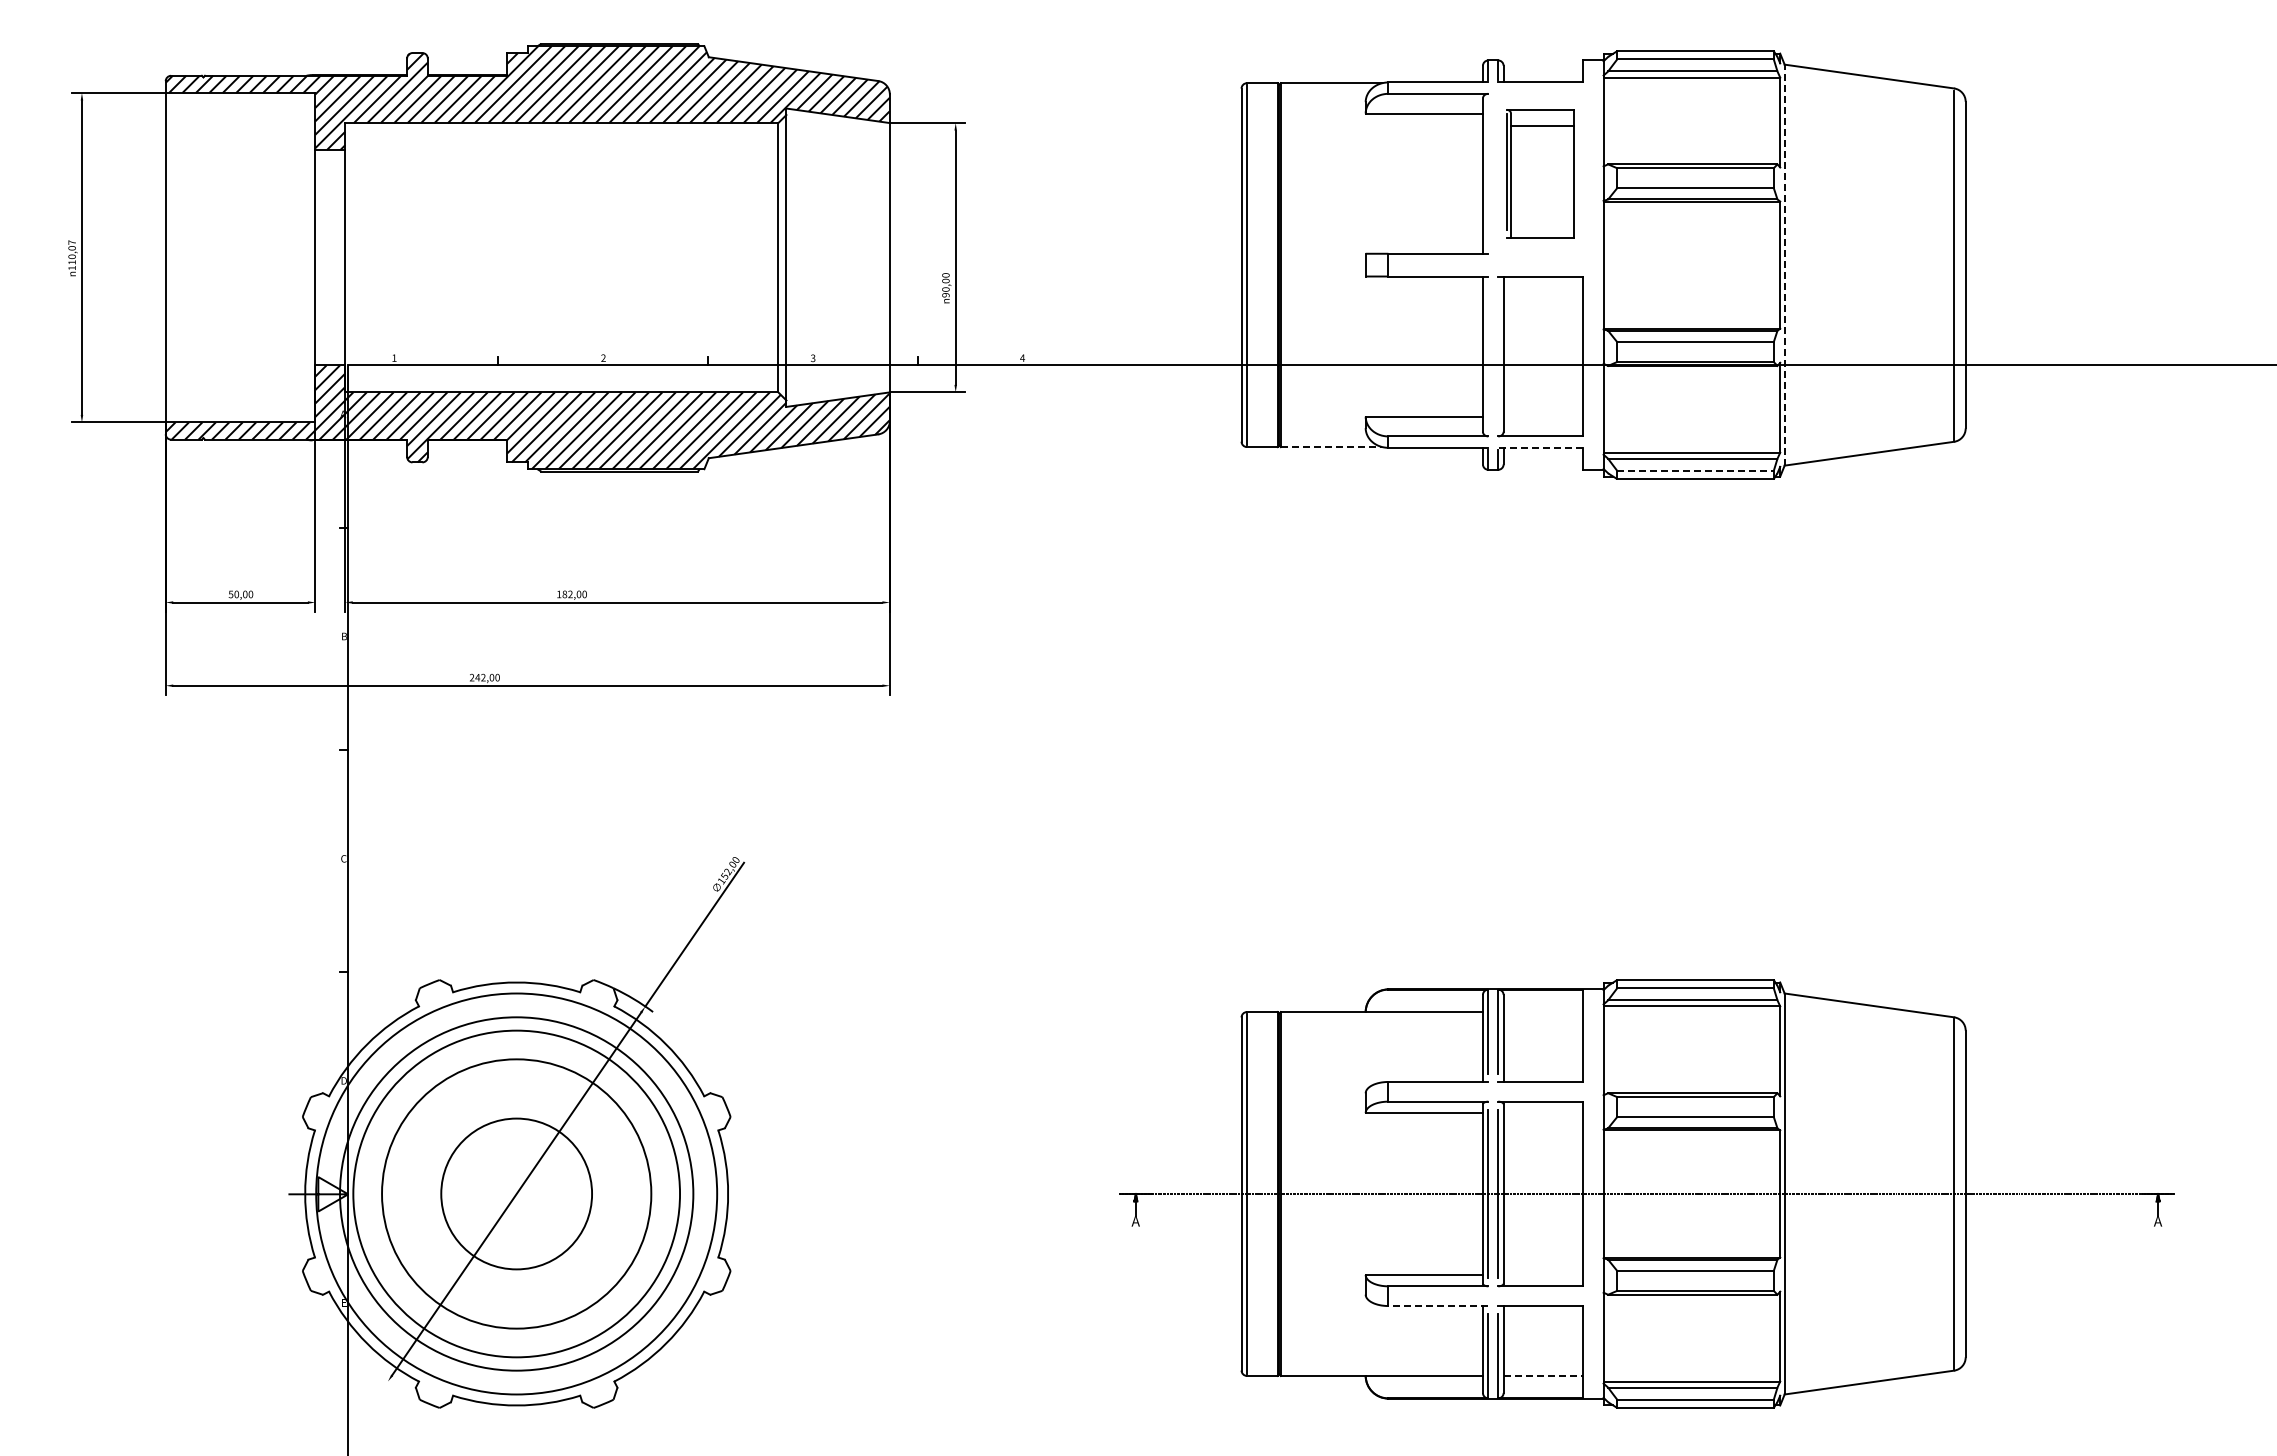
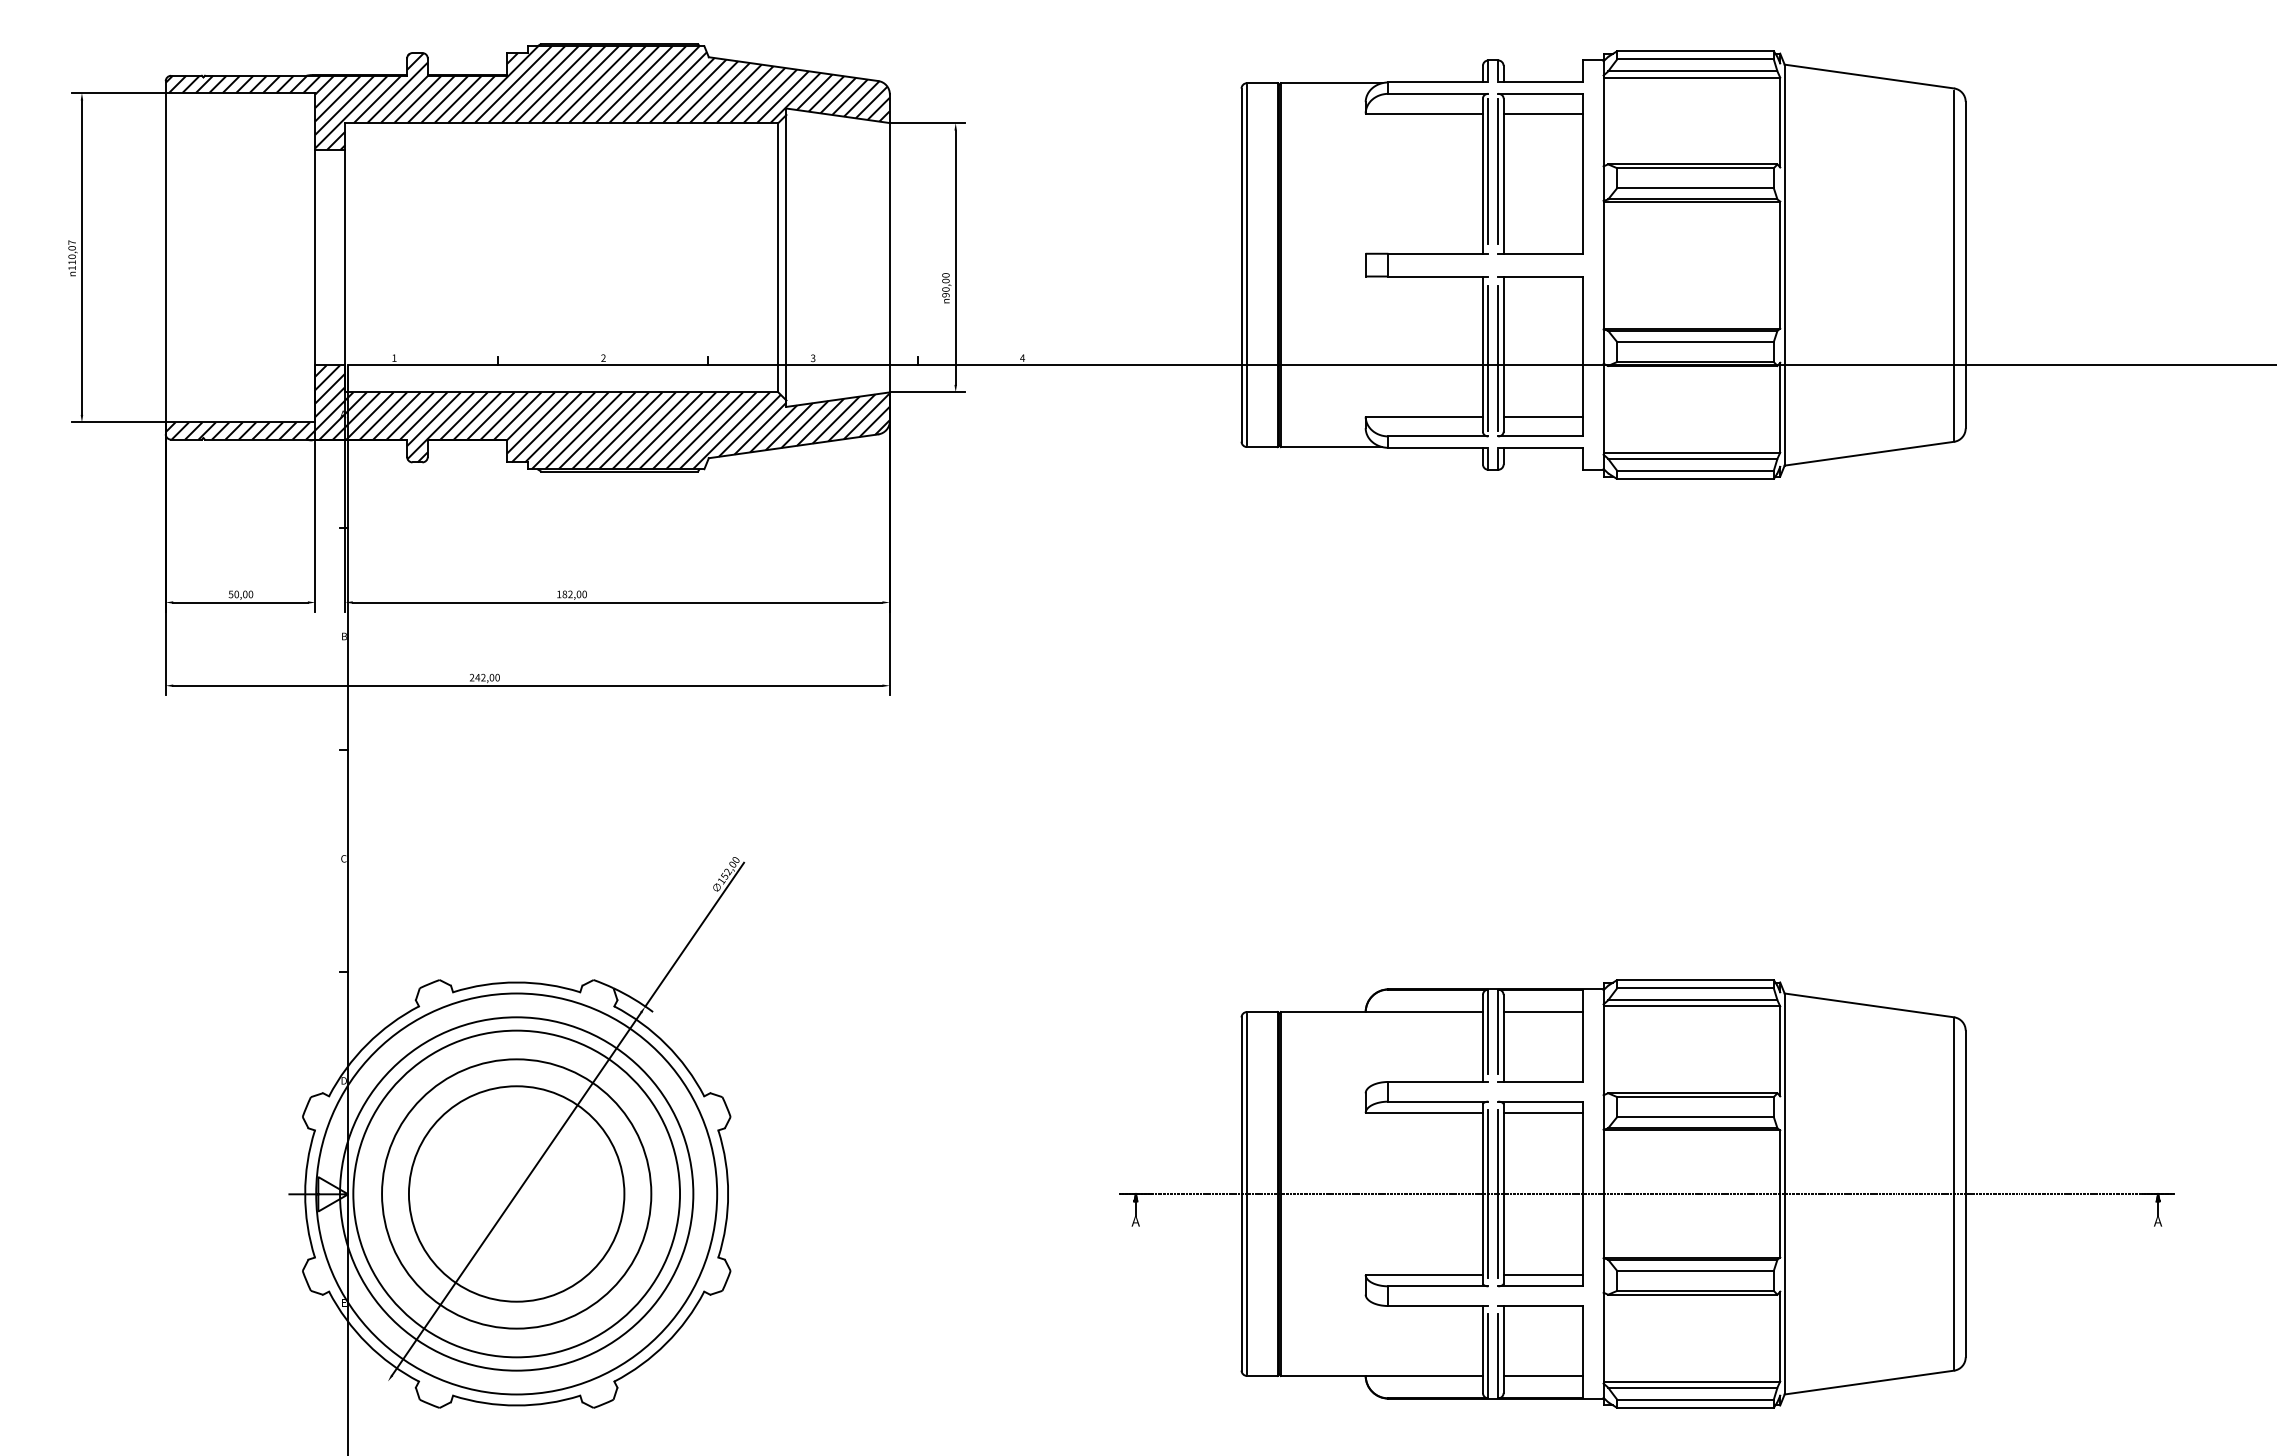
line at (1488, 171): none -> present
part at (1540, 173) size: 69x130 px -> 87x162 px
line at (1784, 264): dashed -> solid
line at (1488, 358): none -> present
line at (1498, 358): none -> present
line at (1542, 416): none -> present
line at (1331, 447): dashed -> solid
line at (1540, 447): dashed -> solid
line at (1696, 470): dashed -> solid
line at (1542, 1012): none -> present
line at (1542, 1113): none -> present
circle at (516, 1193) diameter: 151 px -> 215 px
line at (1542, 1274): none -> present
line at (1438, 1306): dashed -> solid
line at (1543, 1375): dashed -> solid
